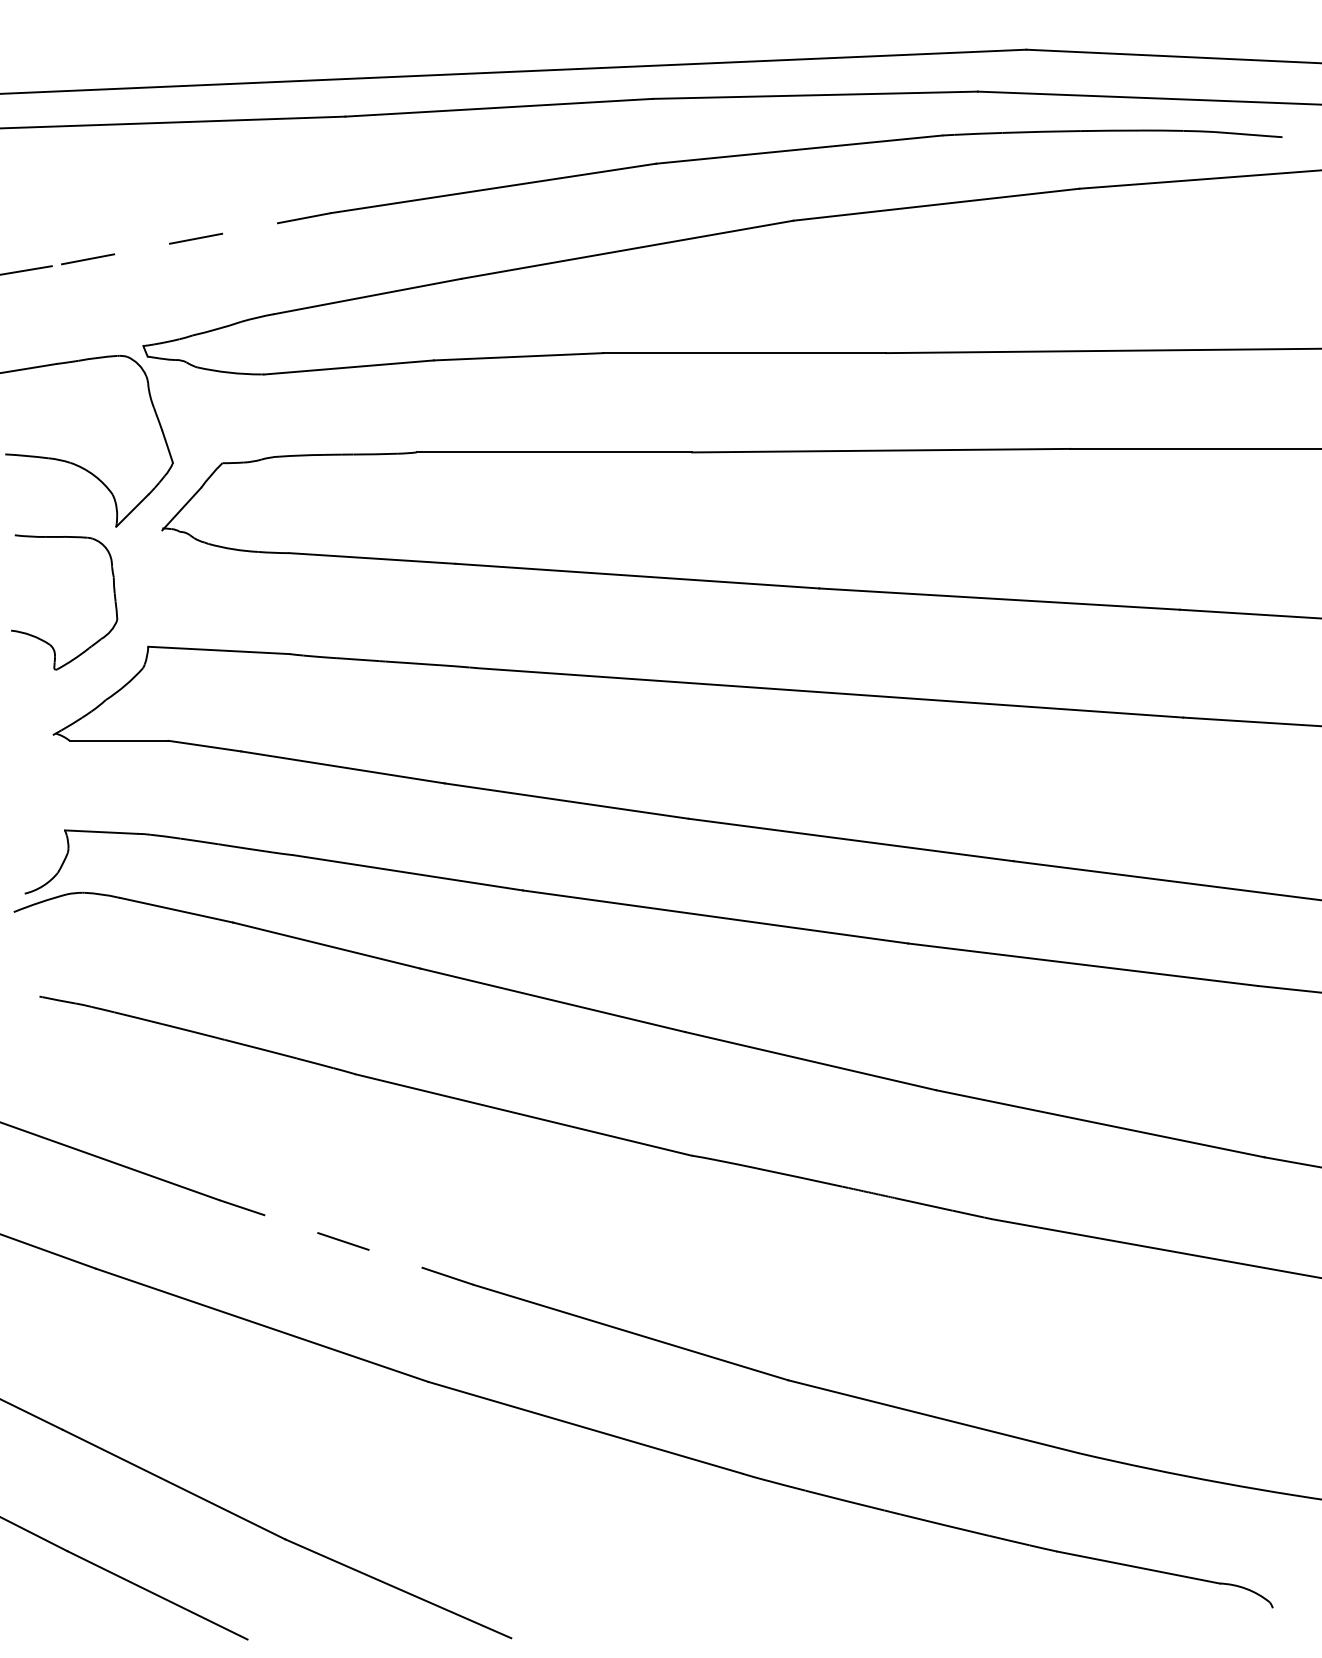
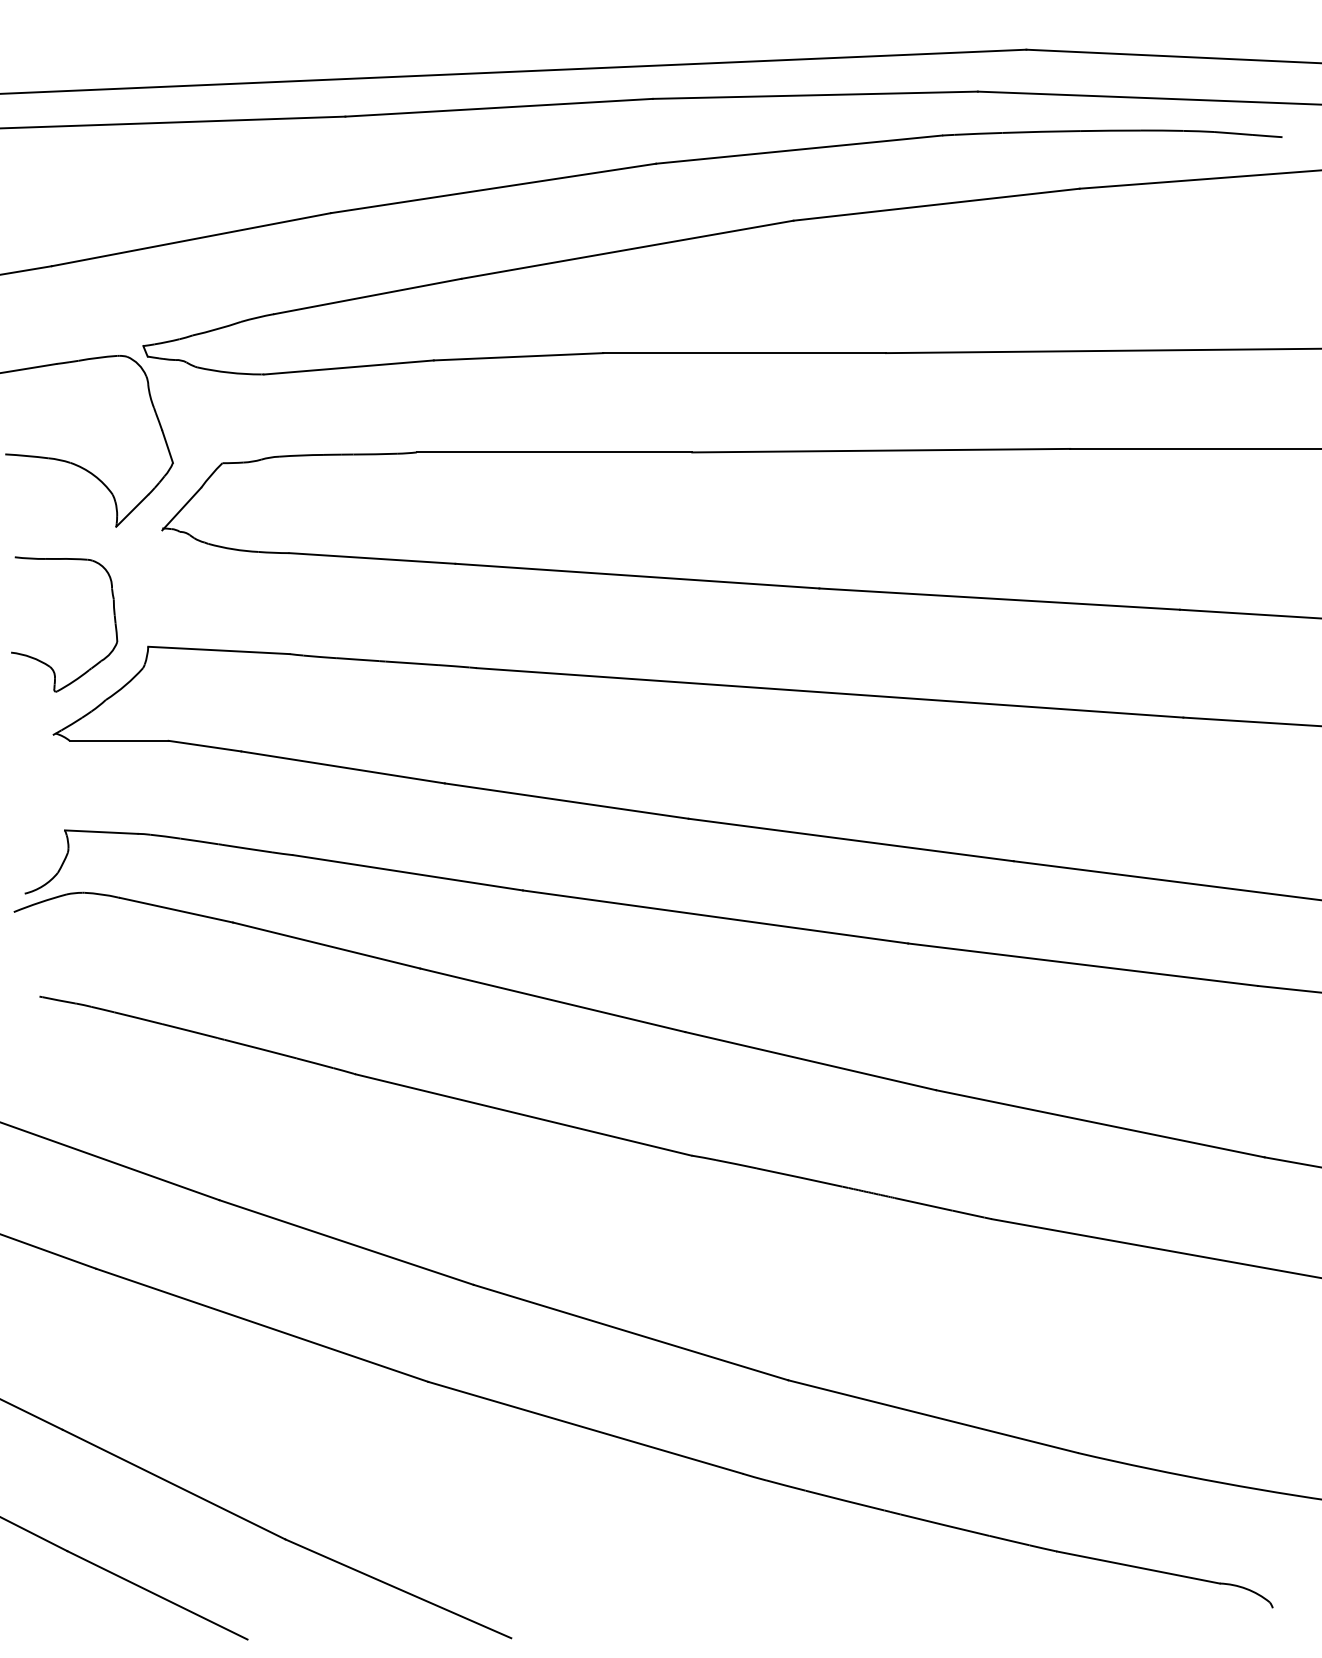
line at (190, 239): dashed -> solid
part at (45, 640) position: (45, 640) -> (45, 662)
line at (346, 1242): dashed -> solid
